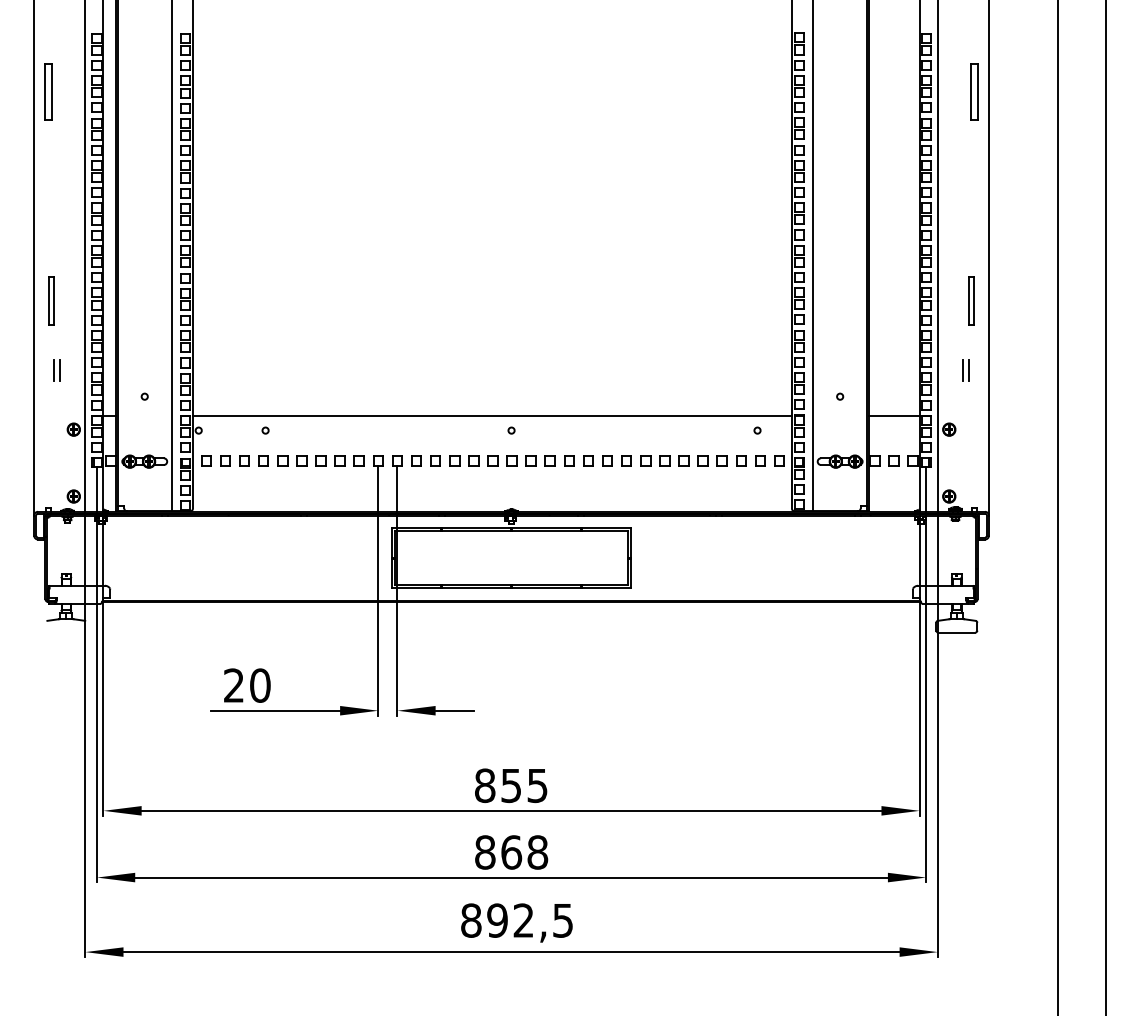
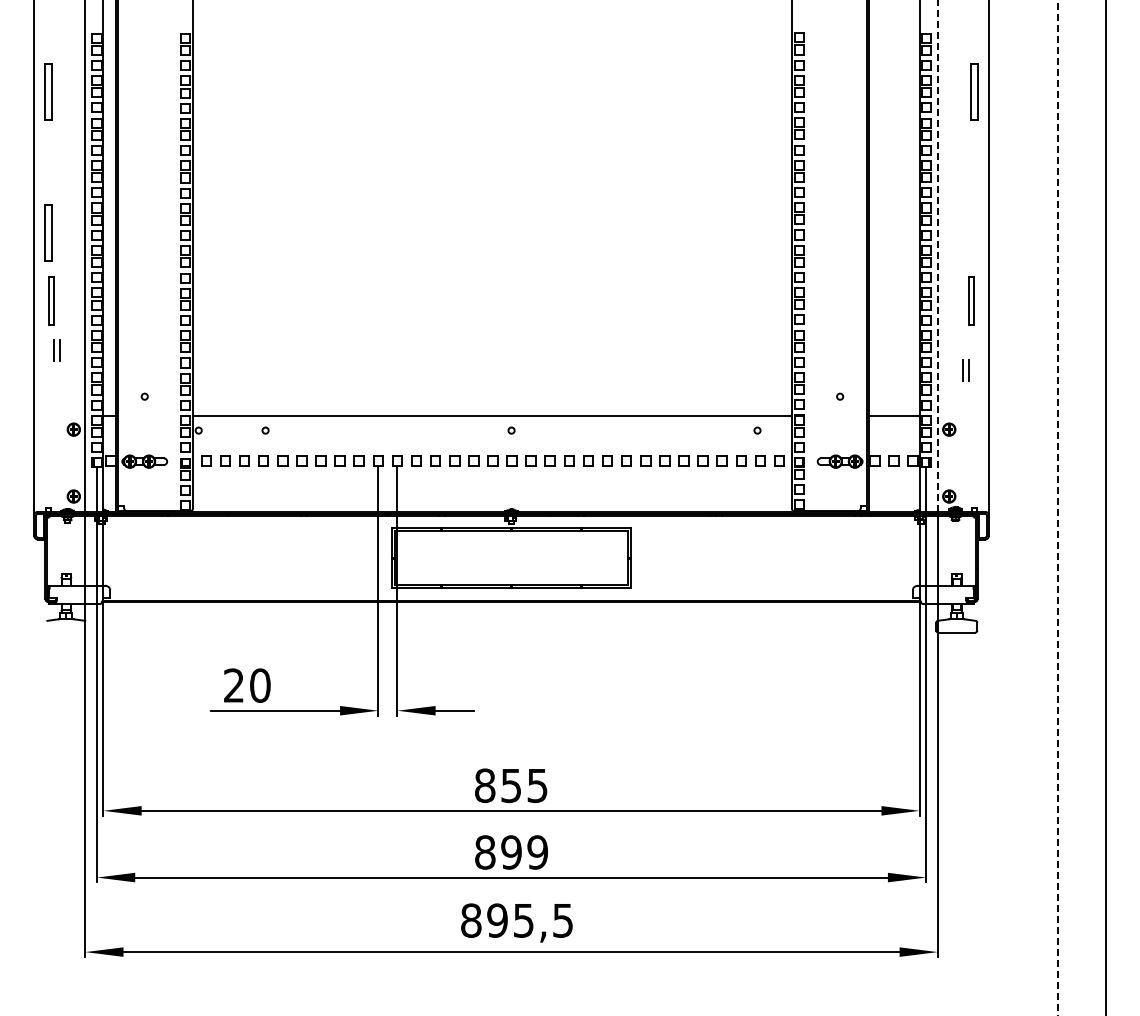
part at (48, 232): none -> present
line at (171, 256): present -> none
line at (812, 256): present -> none
line at (937, 256): solid -> dashed
part at (56, 370) position: (56, 370) -> (56, 350)
line at (1058, 508): solid -> dashed
text at (524, 852): 868 -> 899
text at (523, 920): 892,5 -> 895,5
